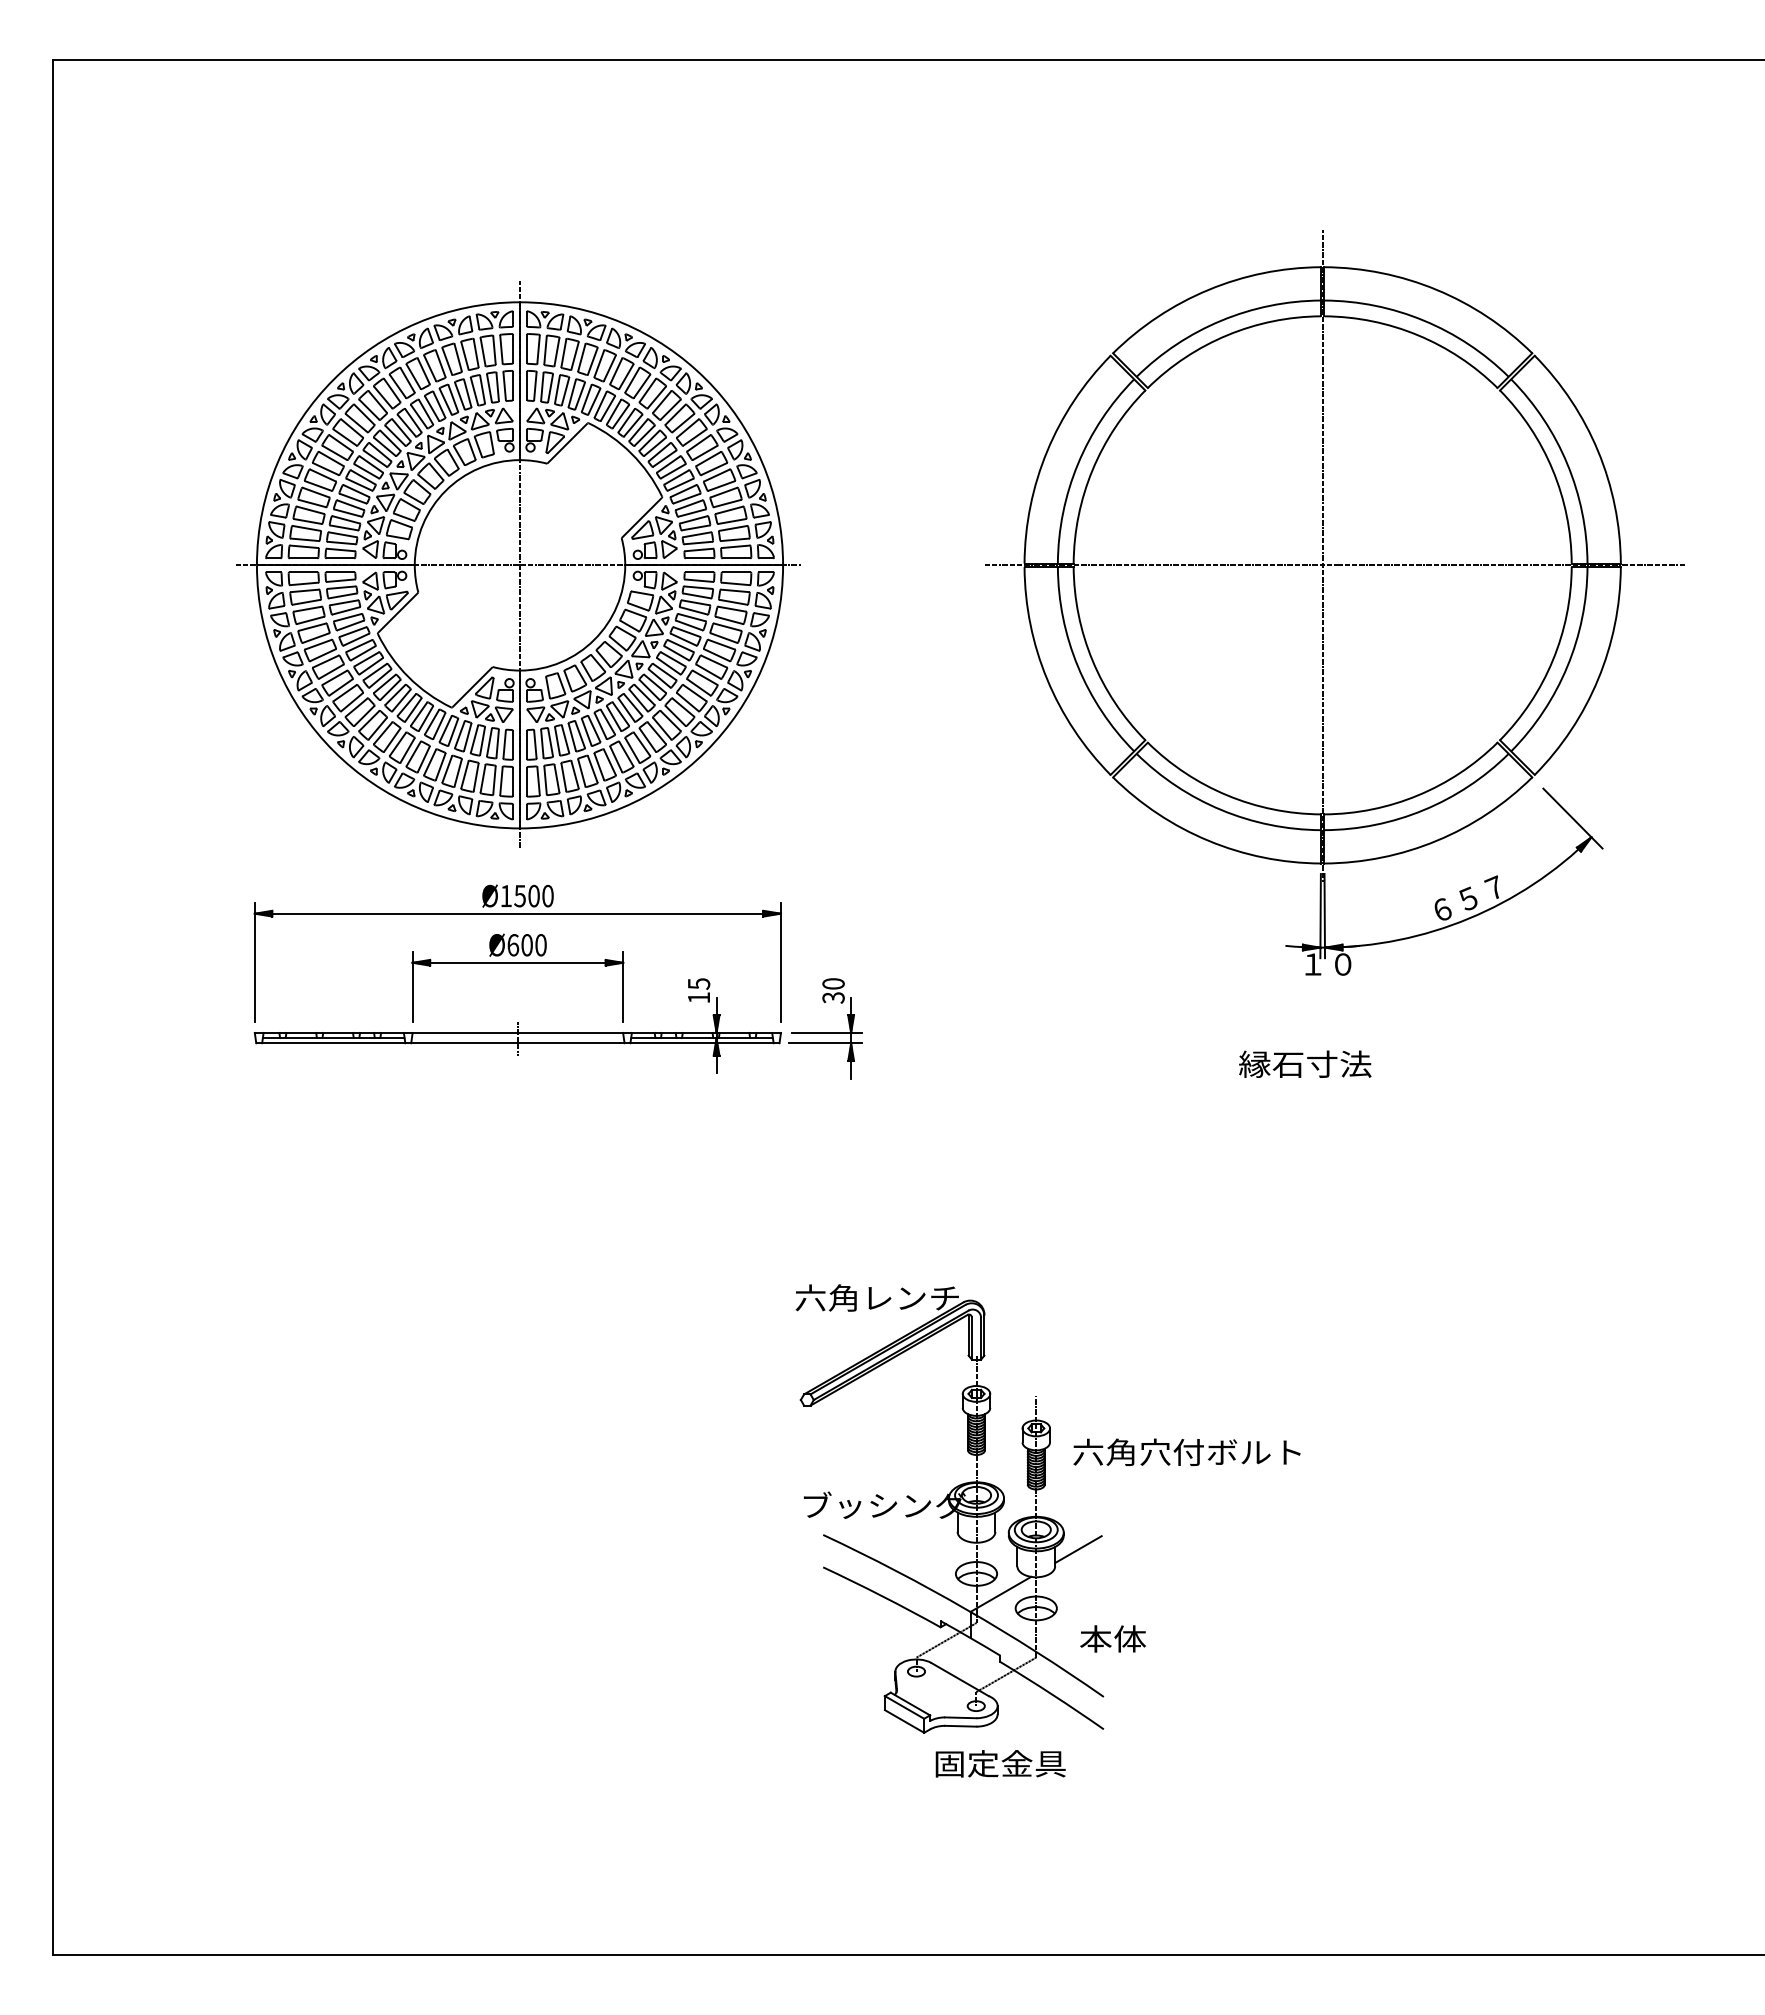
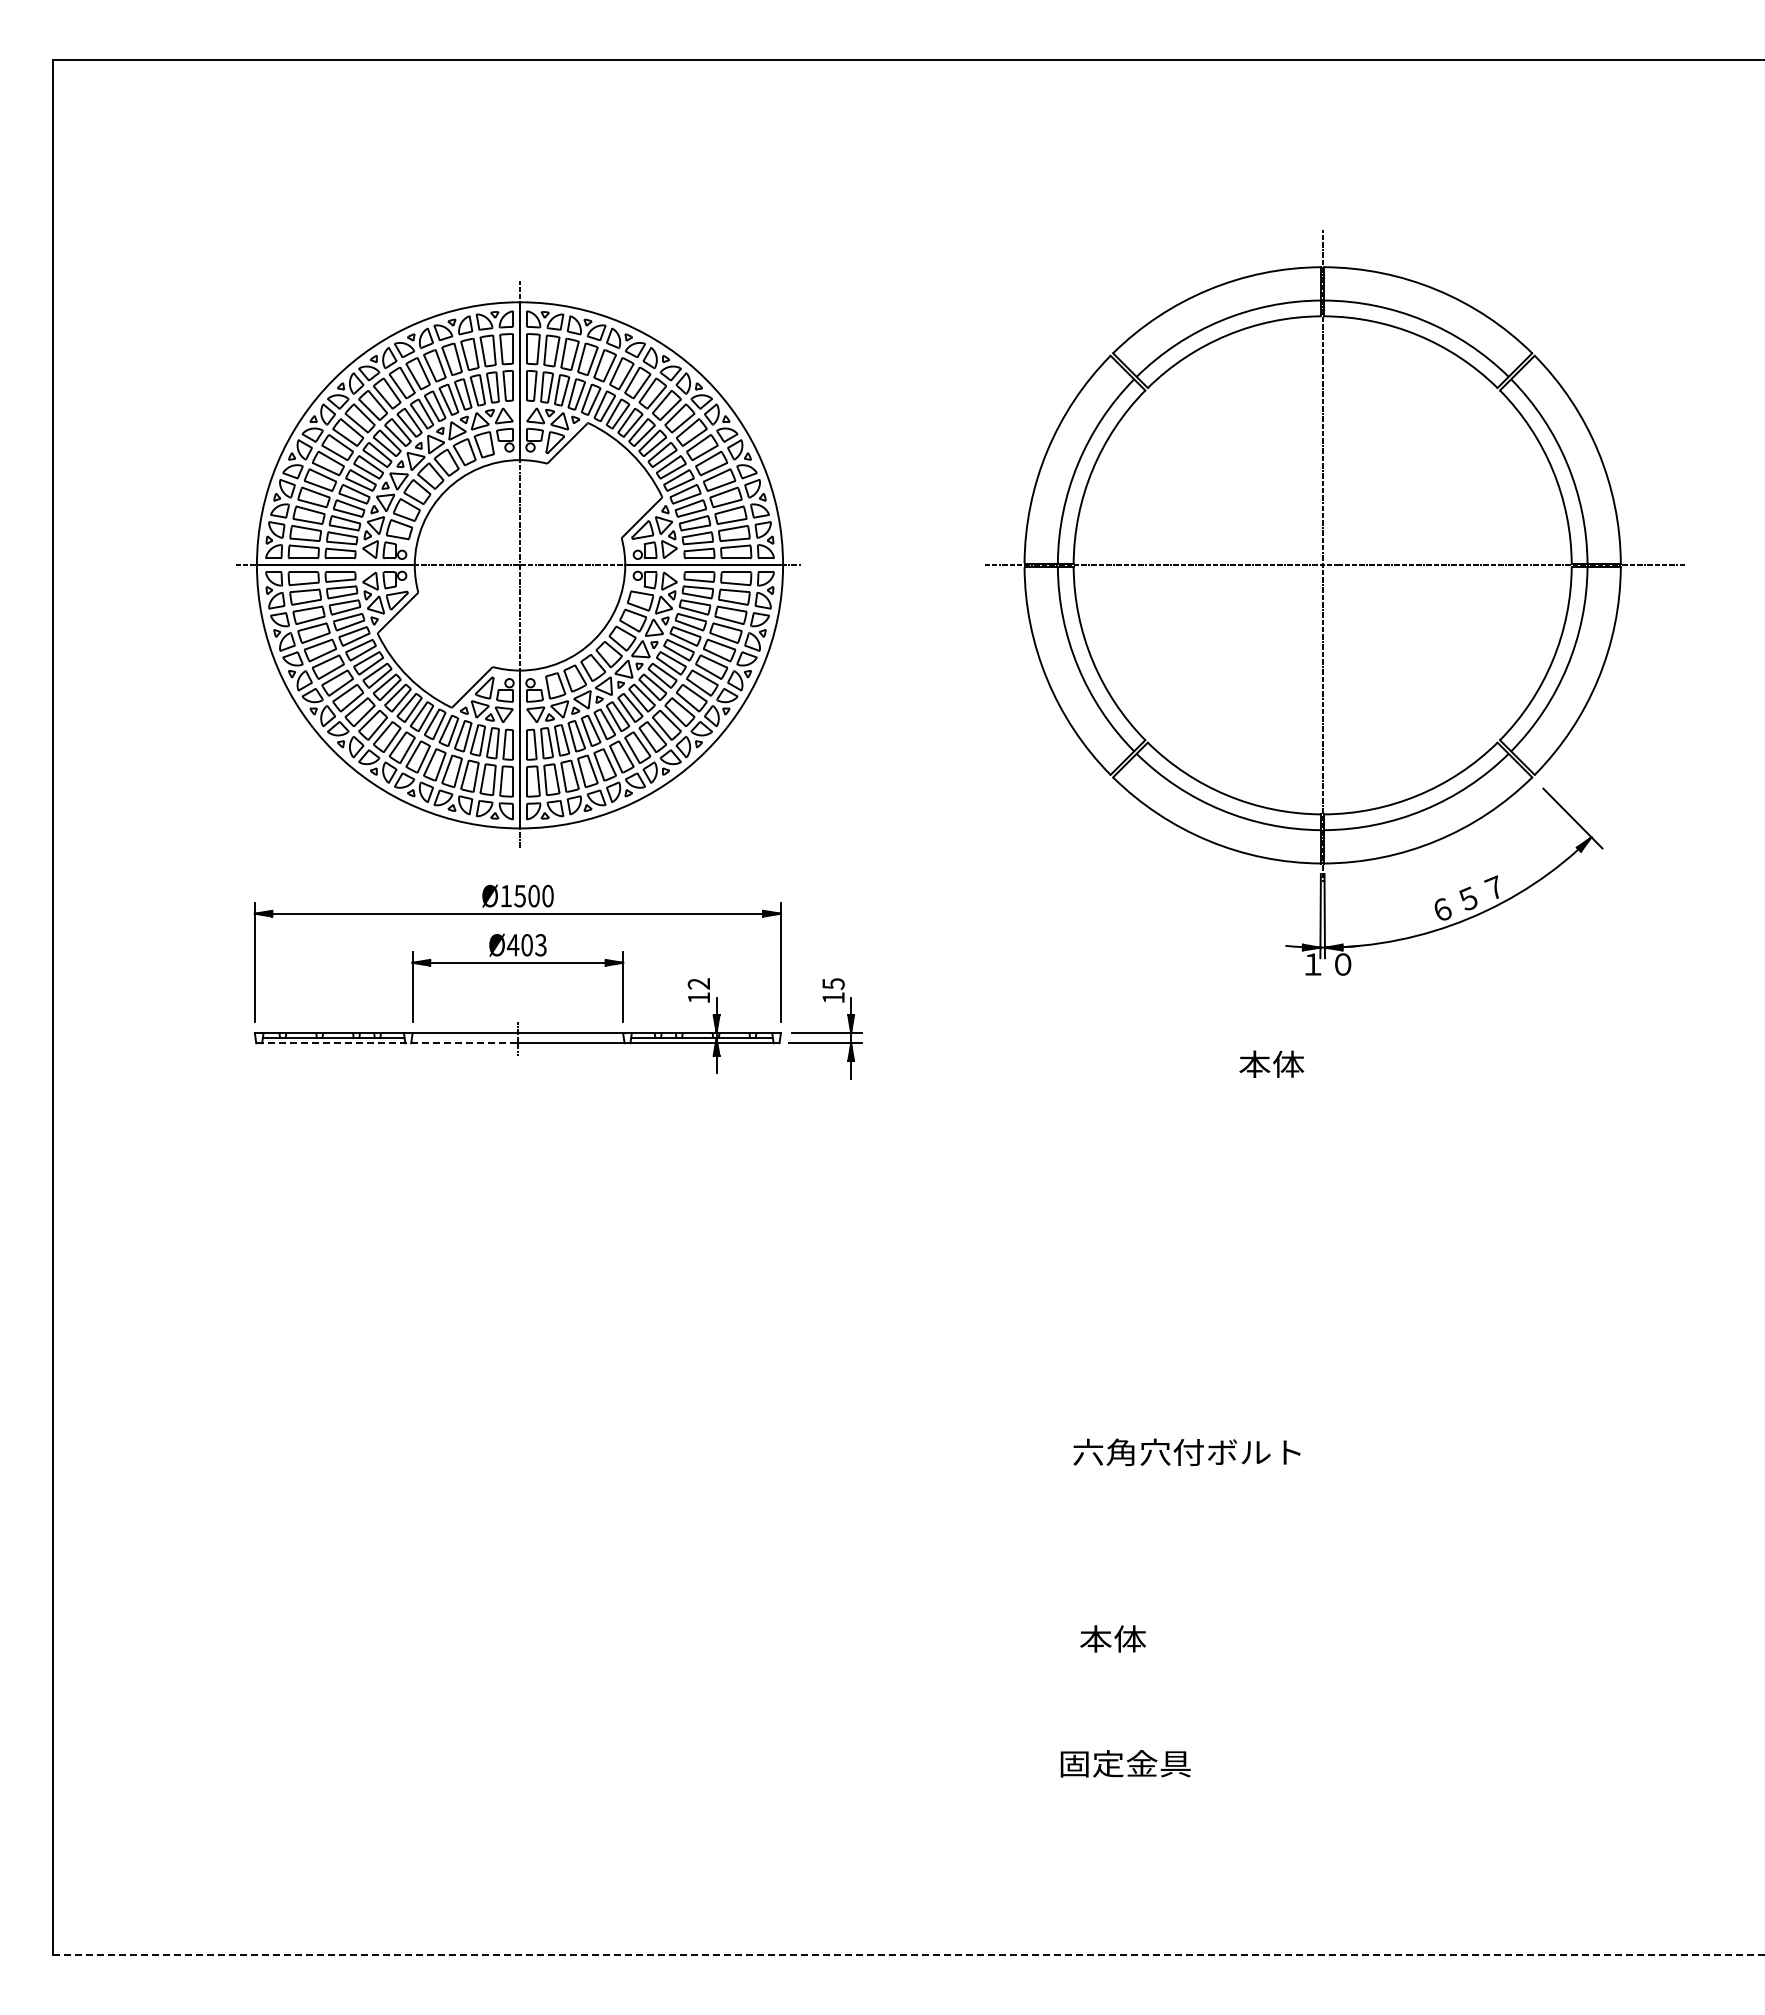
text at (526, 945): Ø600 -> Ø403
text at (698, 983): 15 -> 12
text at (833, 990): 30 -> 15
line at (387, 1043): solid -> dashed
text at (1305, 1063): 縁石寸法 -> 本体
part at (949, 1508): present -> none
text at (1000, 1763) position: (1000, 1763) -> (1125, 1763)
line at (908, 1954): solid -> dashed
